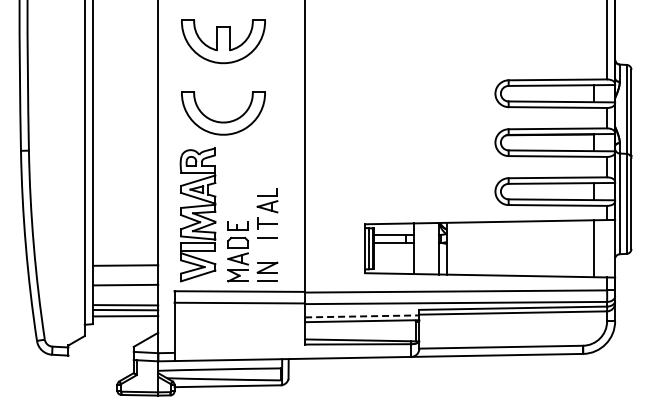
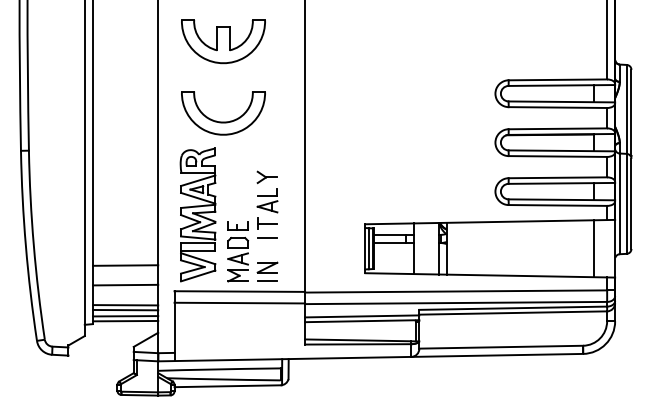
part at (266, 177): none -> present
line at (362, 316): dashed -> solid
line at (125, 320): none -> present
